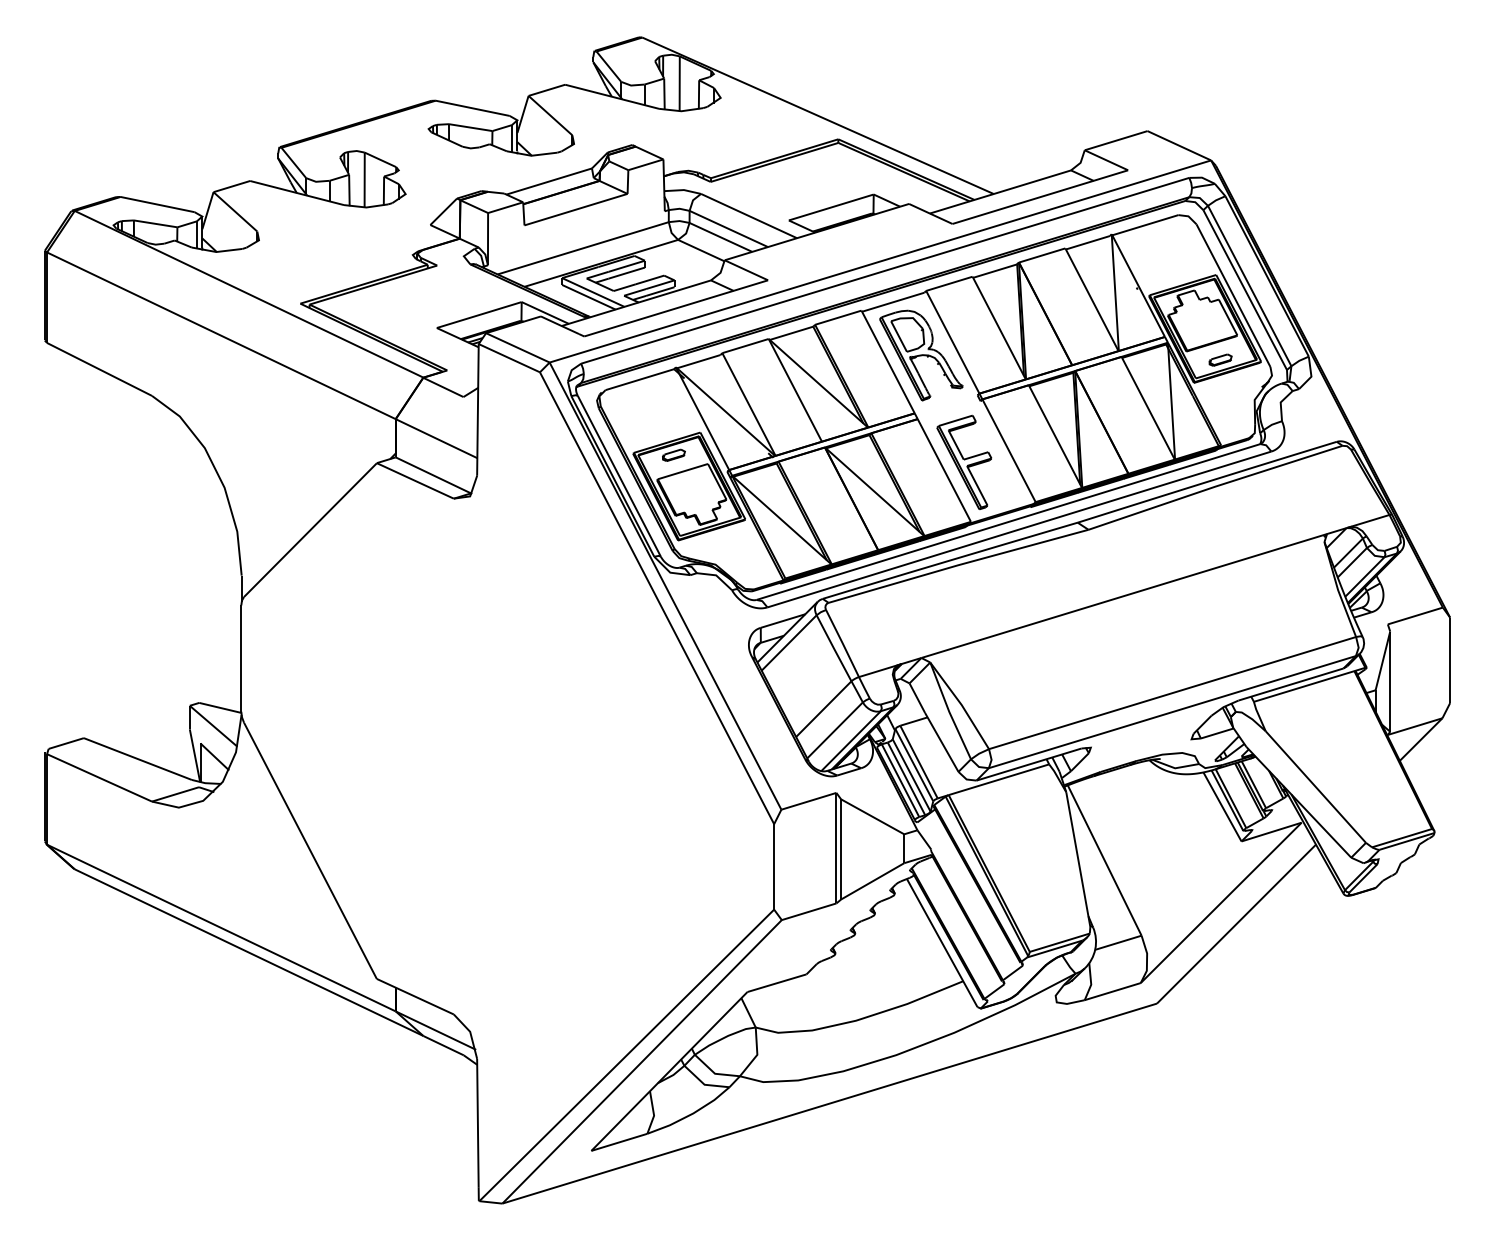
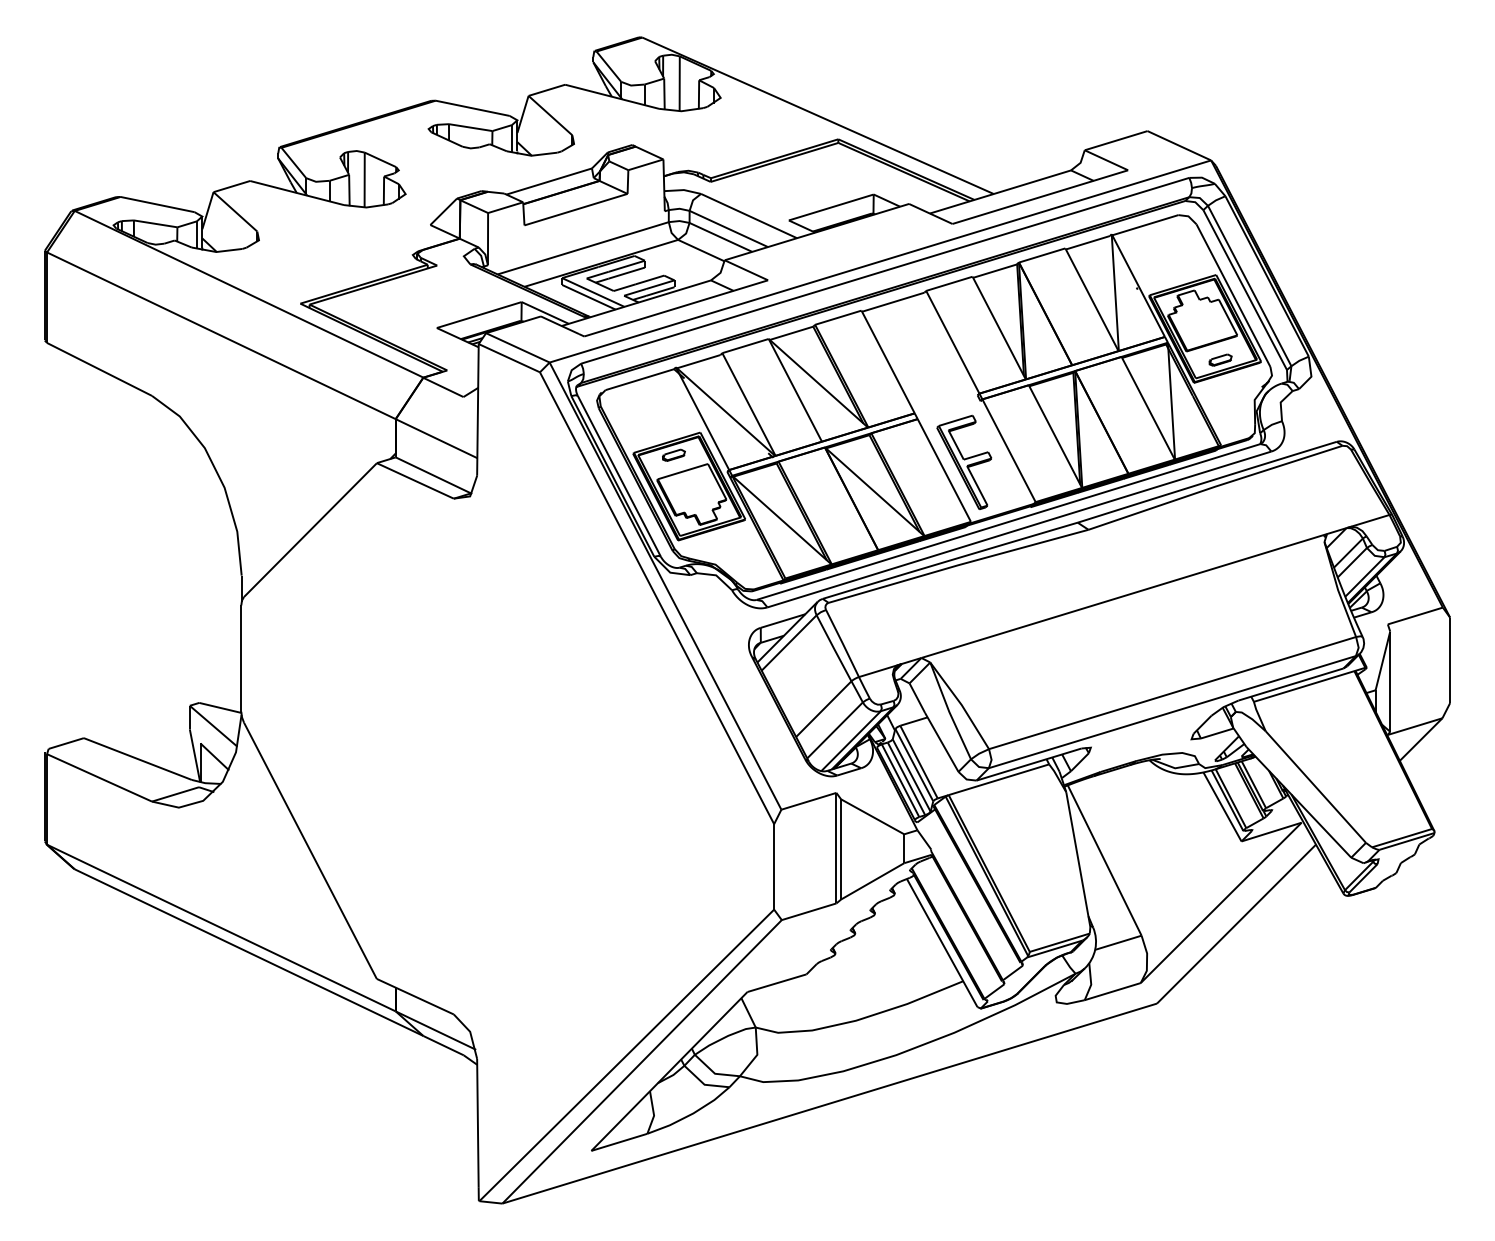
part at (921, 355): present -> none
